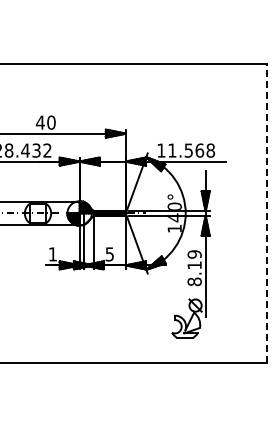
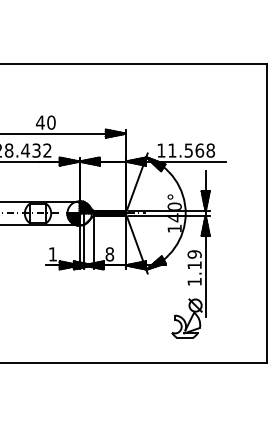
line at (266, 213): dashed -> solid
text at (109, 254): 5 -> 8
text at (194, 281): 8.19 -> 1.19
